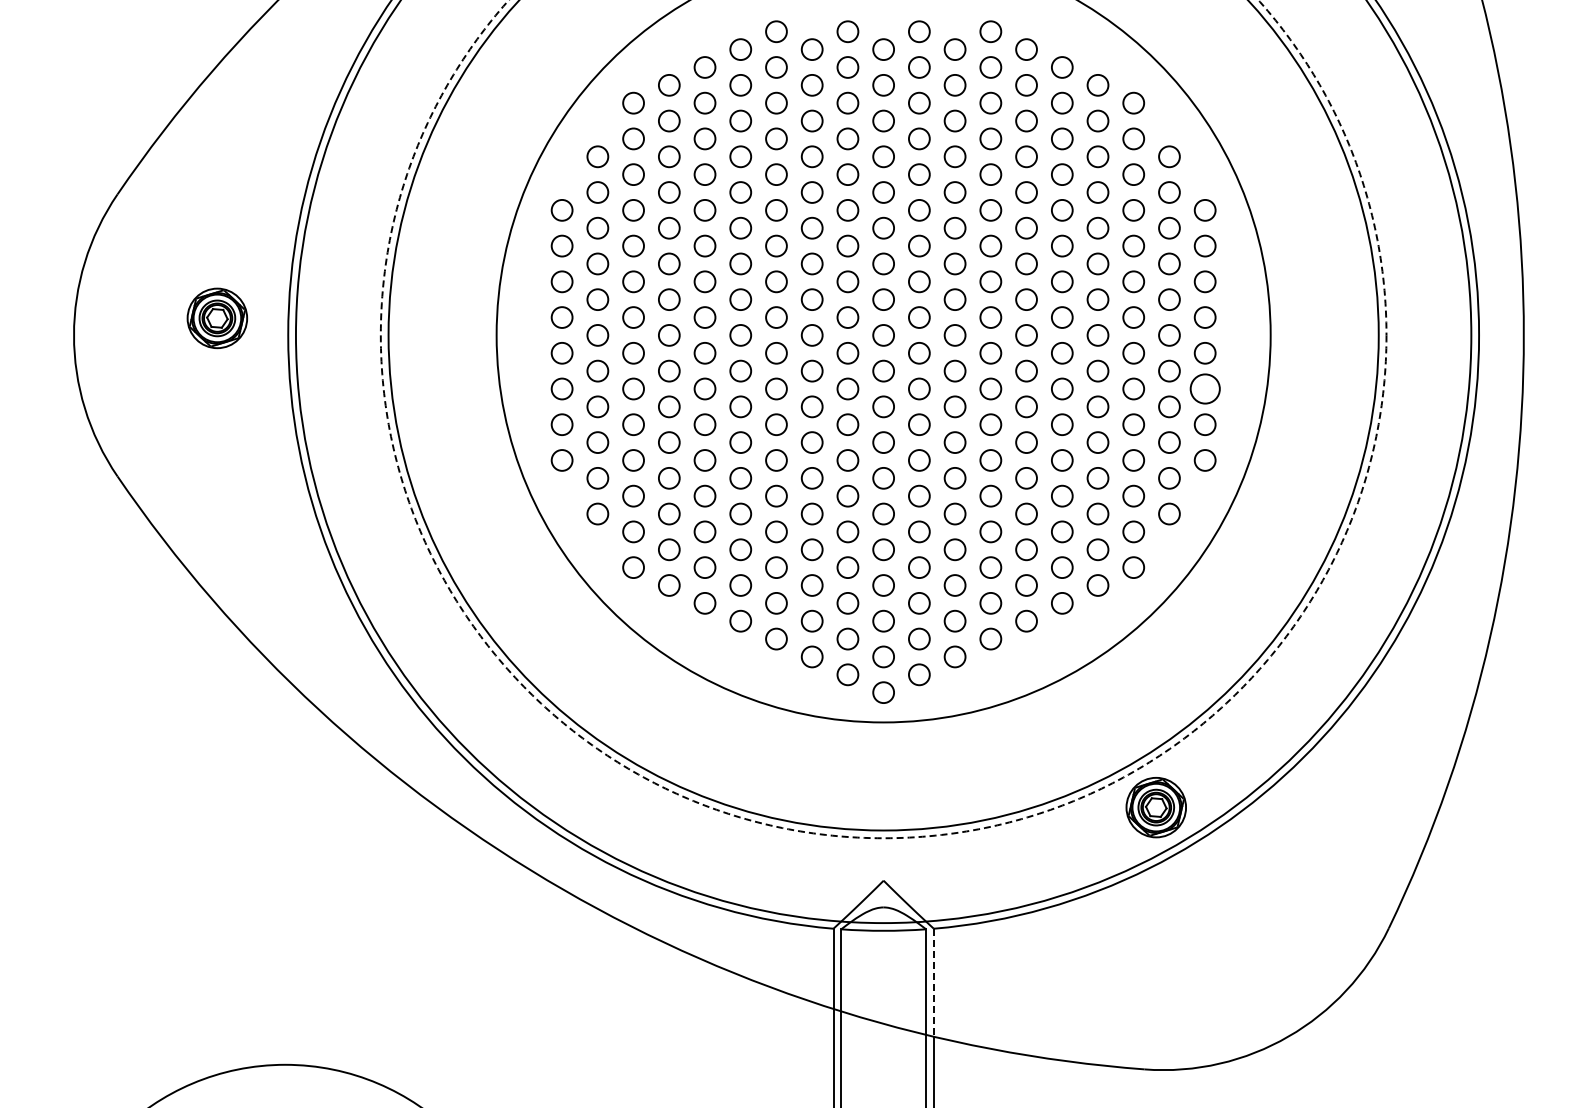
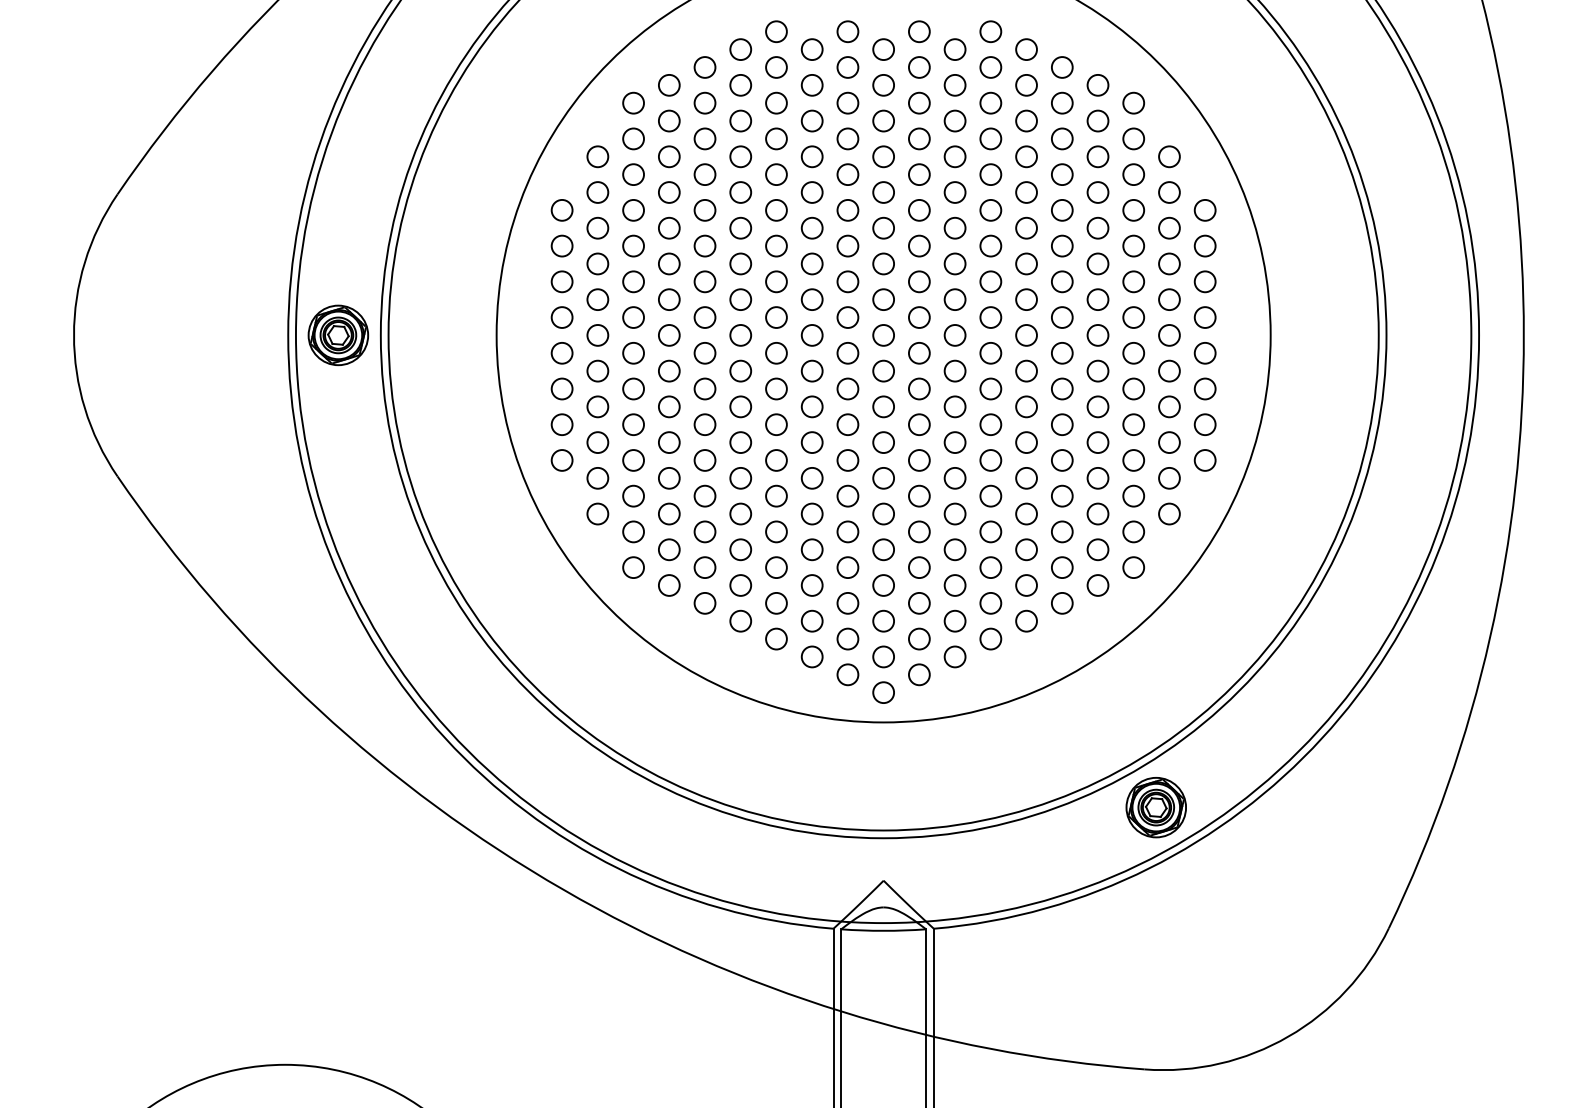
part at (217, 318) position: (217, 318) -> (338, 335)
circle at (1204, 388) size: 32x32 px -> 24x24 px
circle at (883, 419): dashed -> solid
line at (933, 983): dashed -> solid
